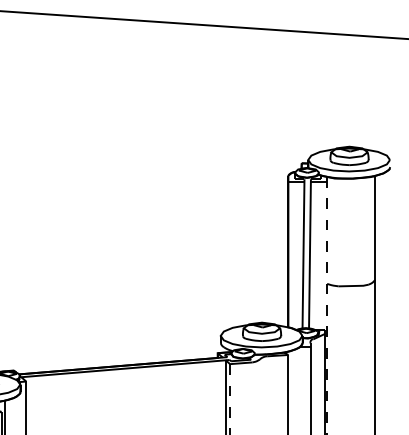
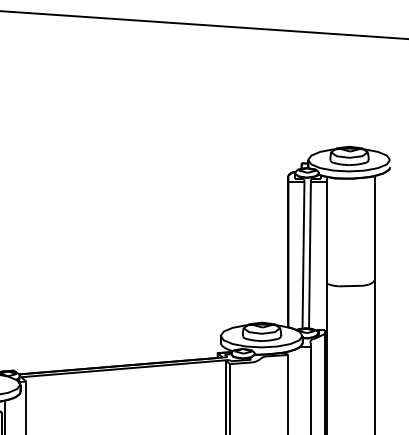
line at (326, 306): dashed -> solid
line at (230, 399): dashed -> solid
